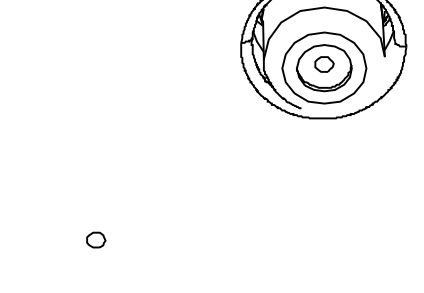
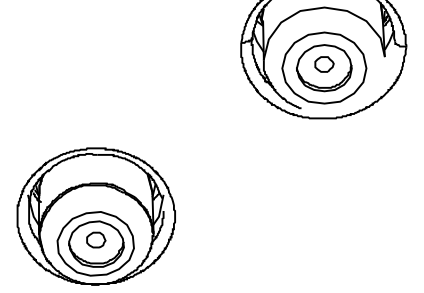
part at (95, 216): none -> present
